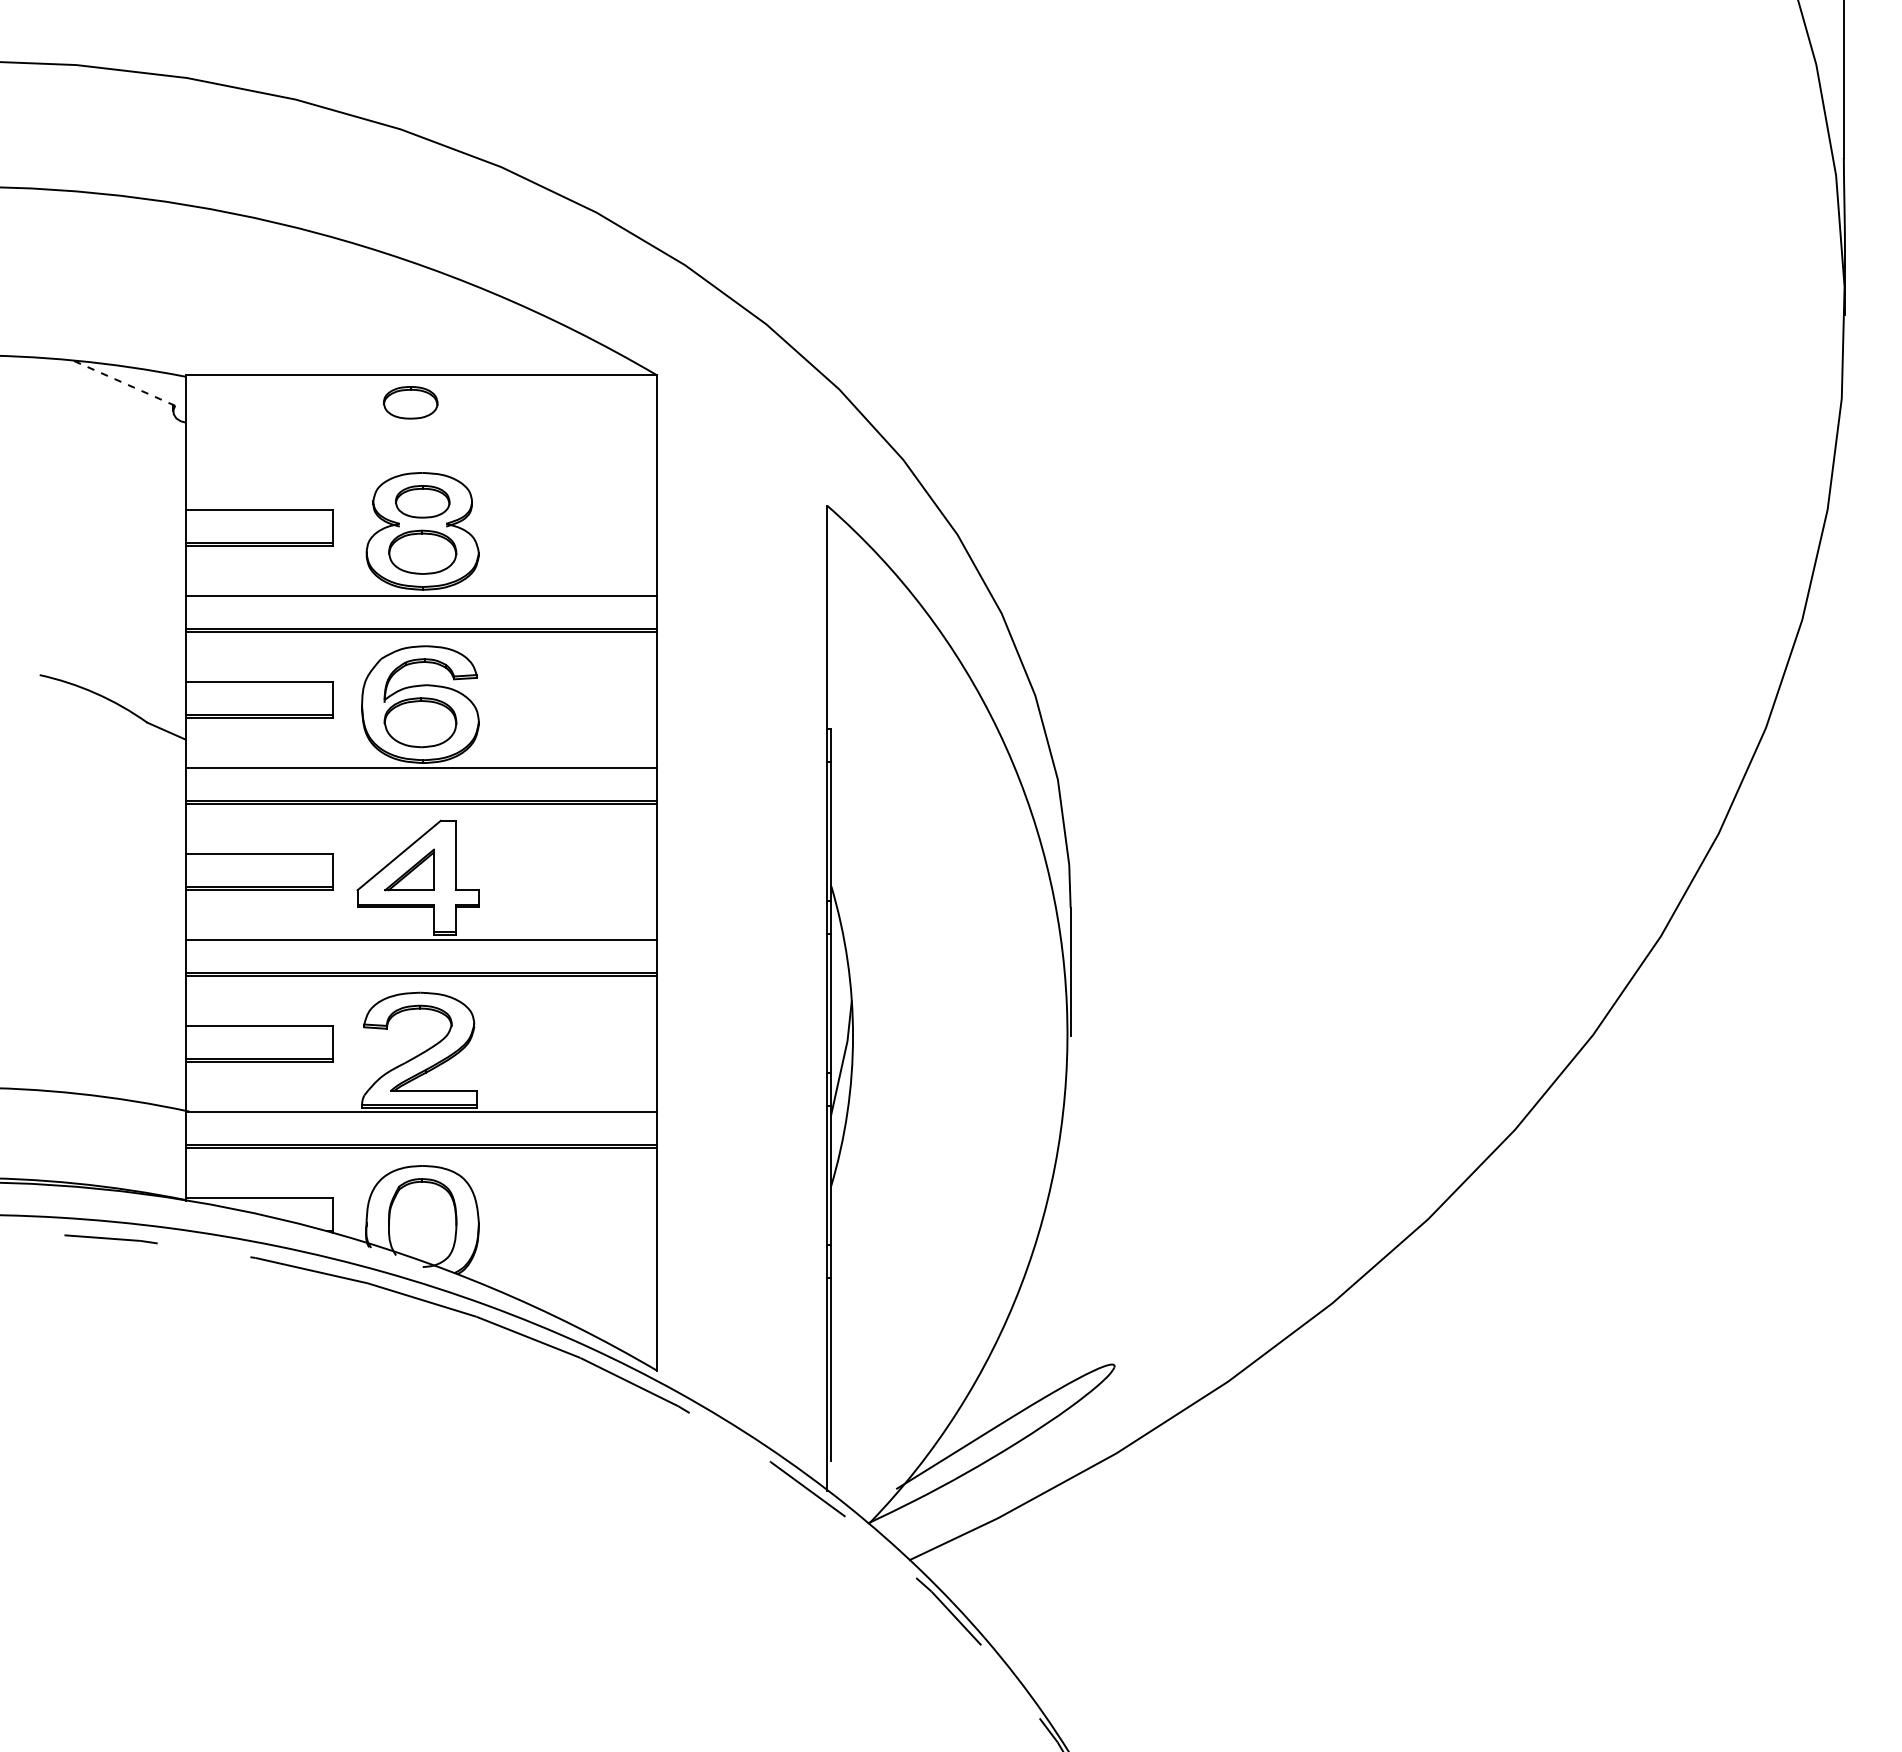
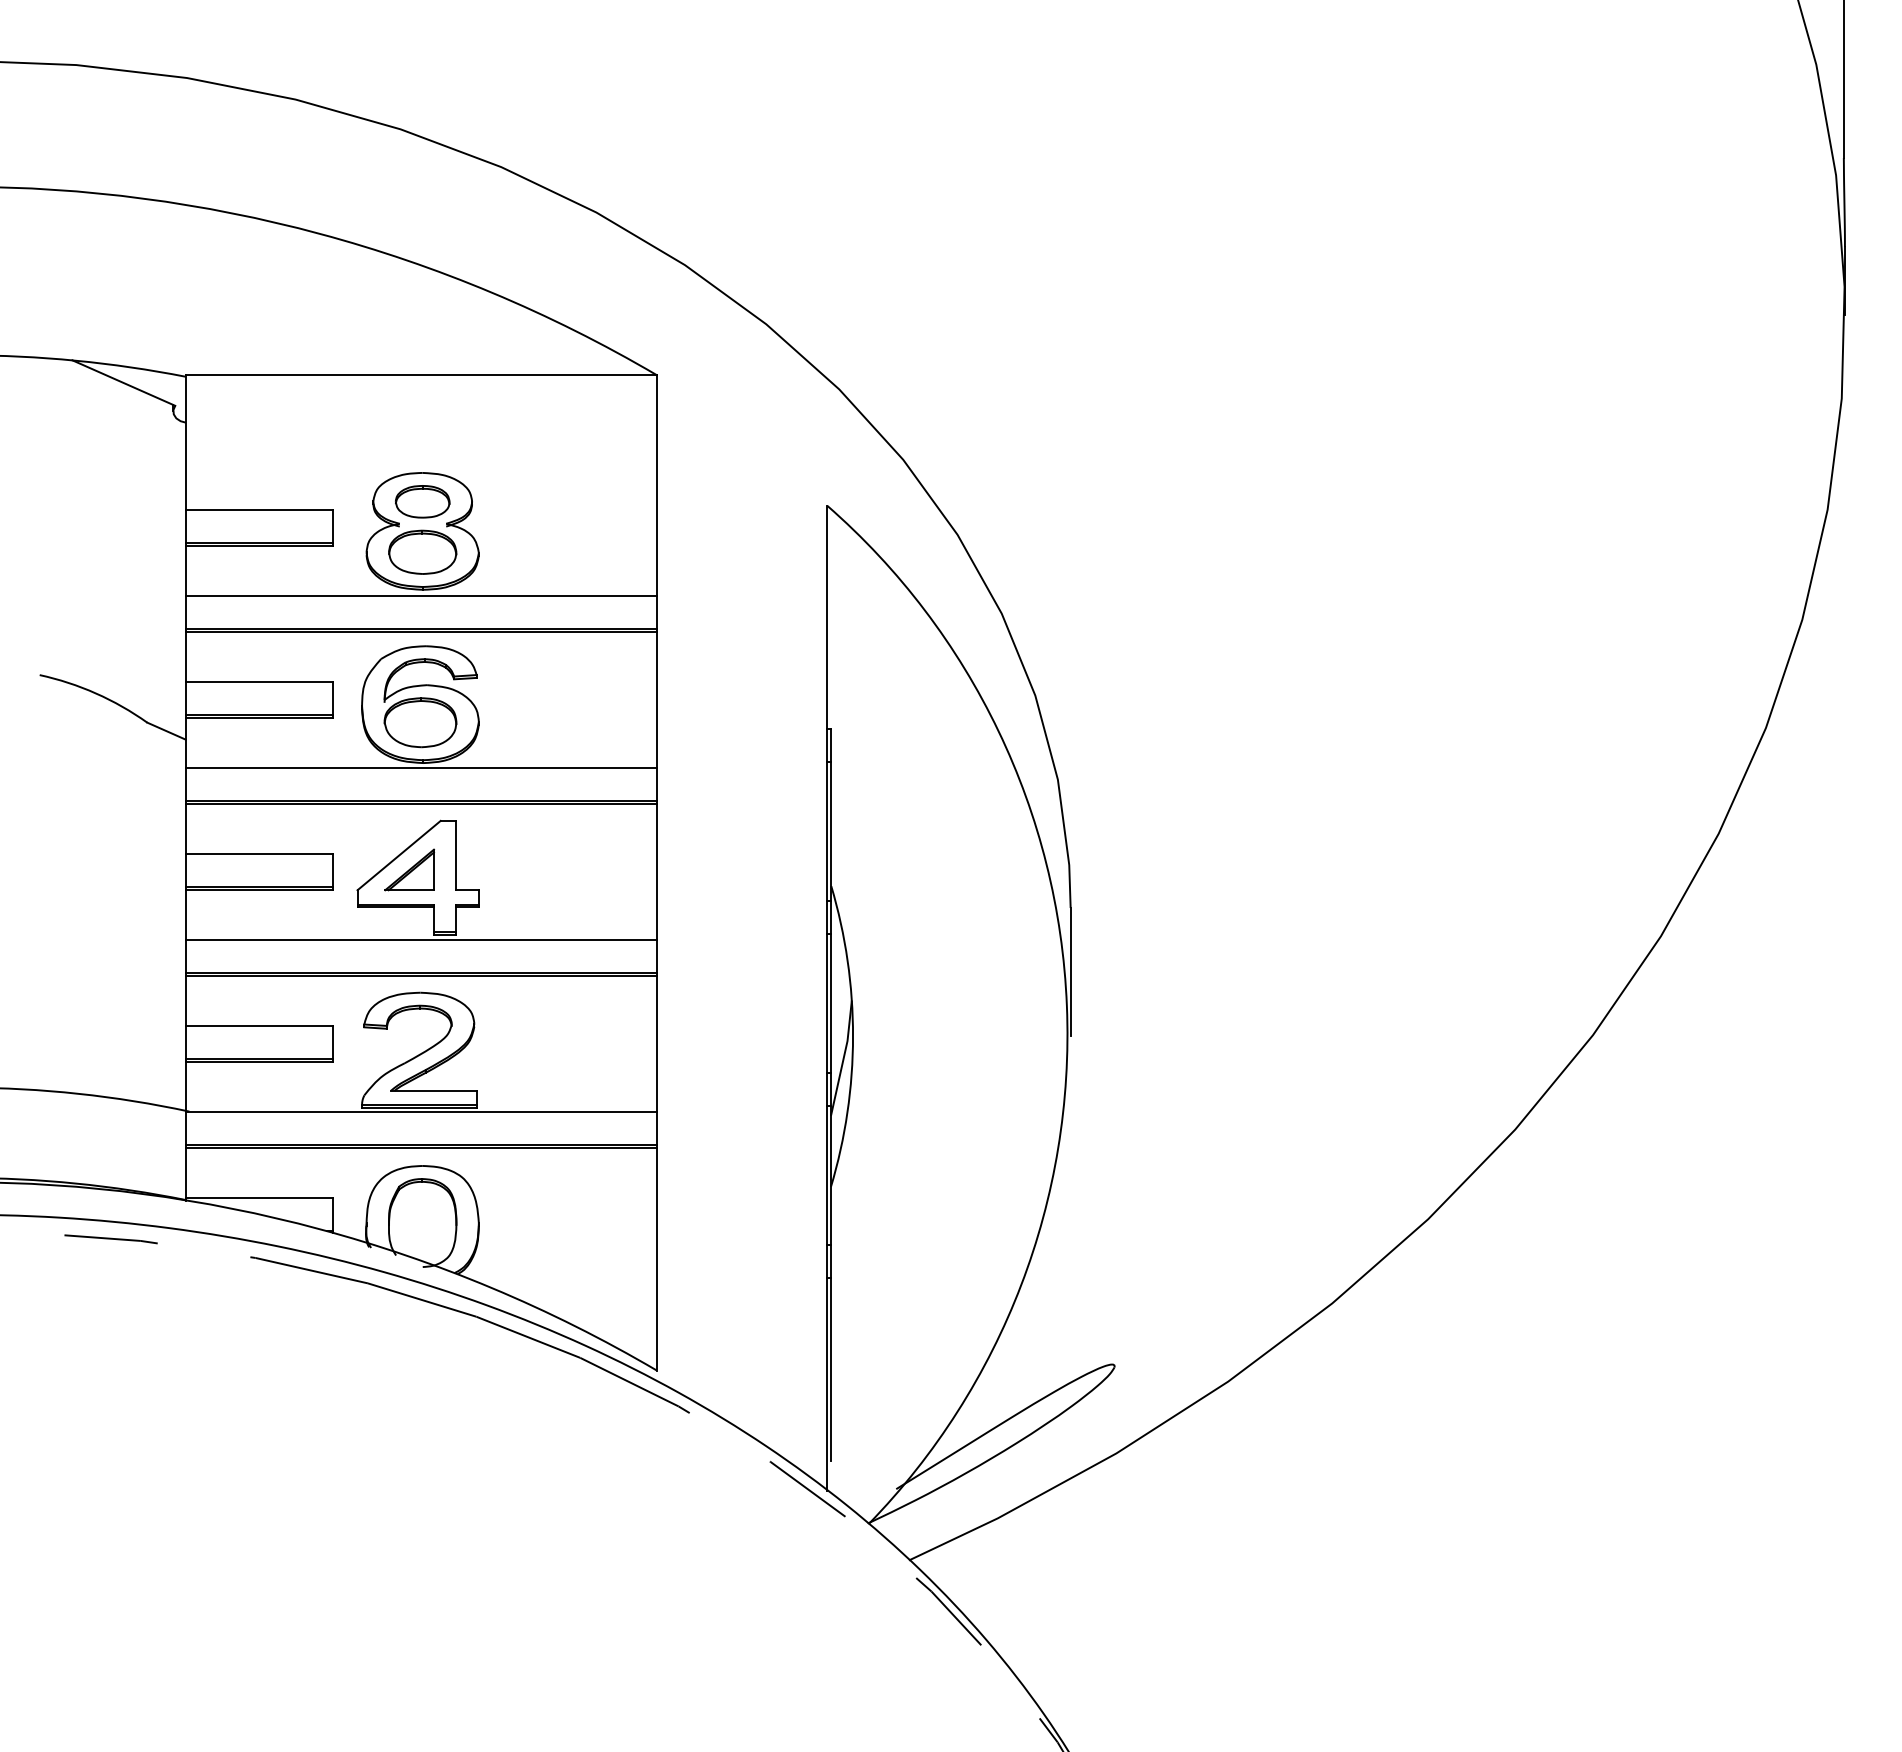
line at (123, 382): dashed -> solid
part at (410, 402): present -> none
